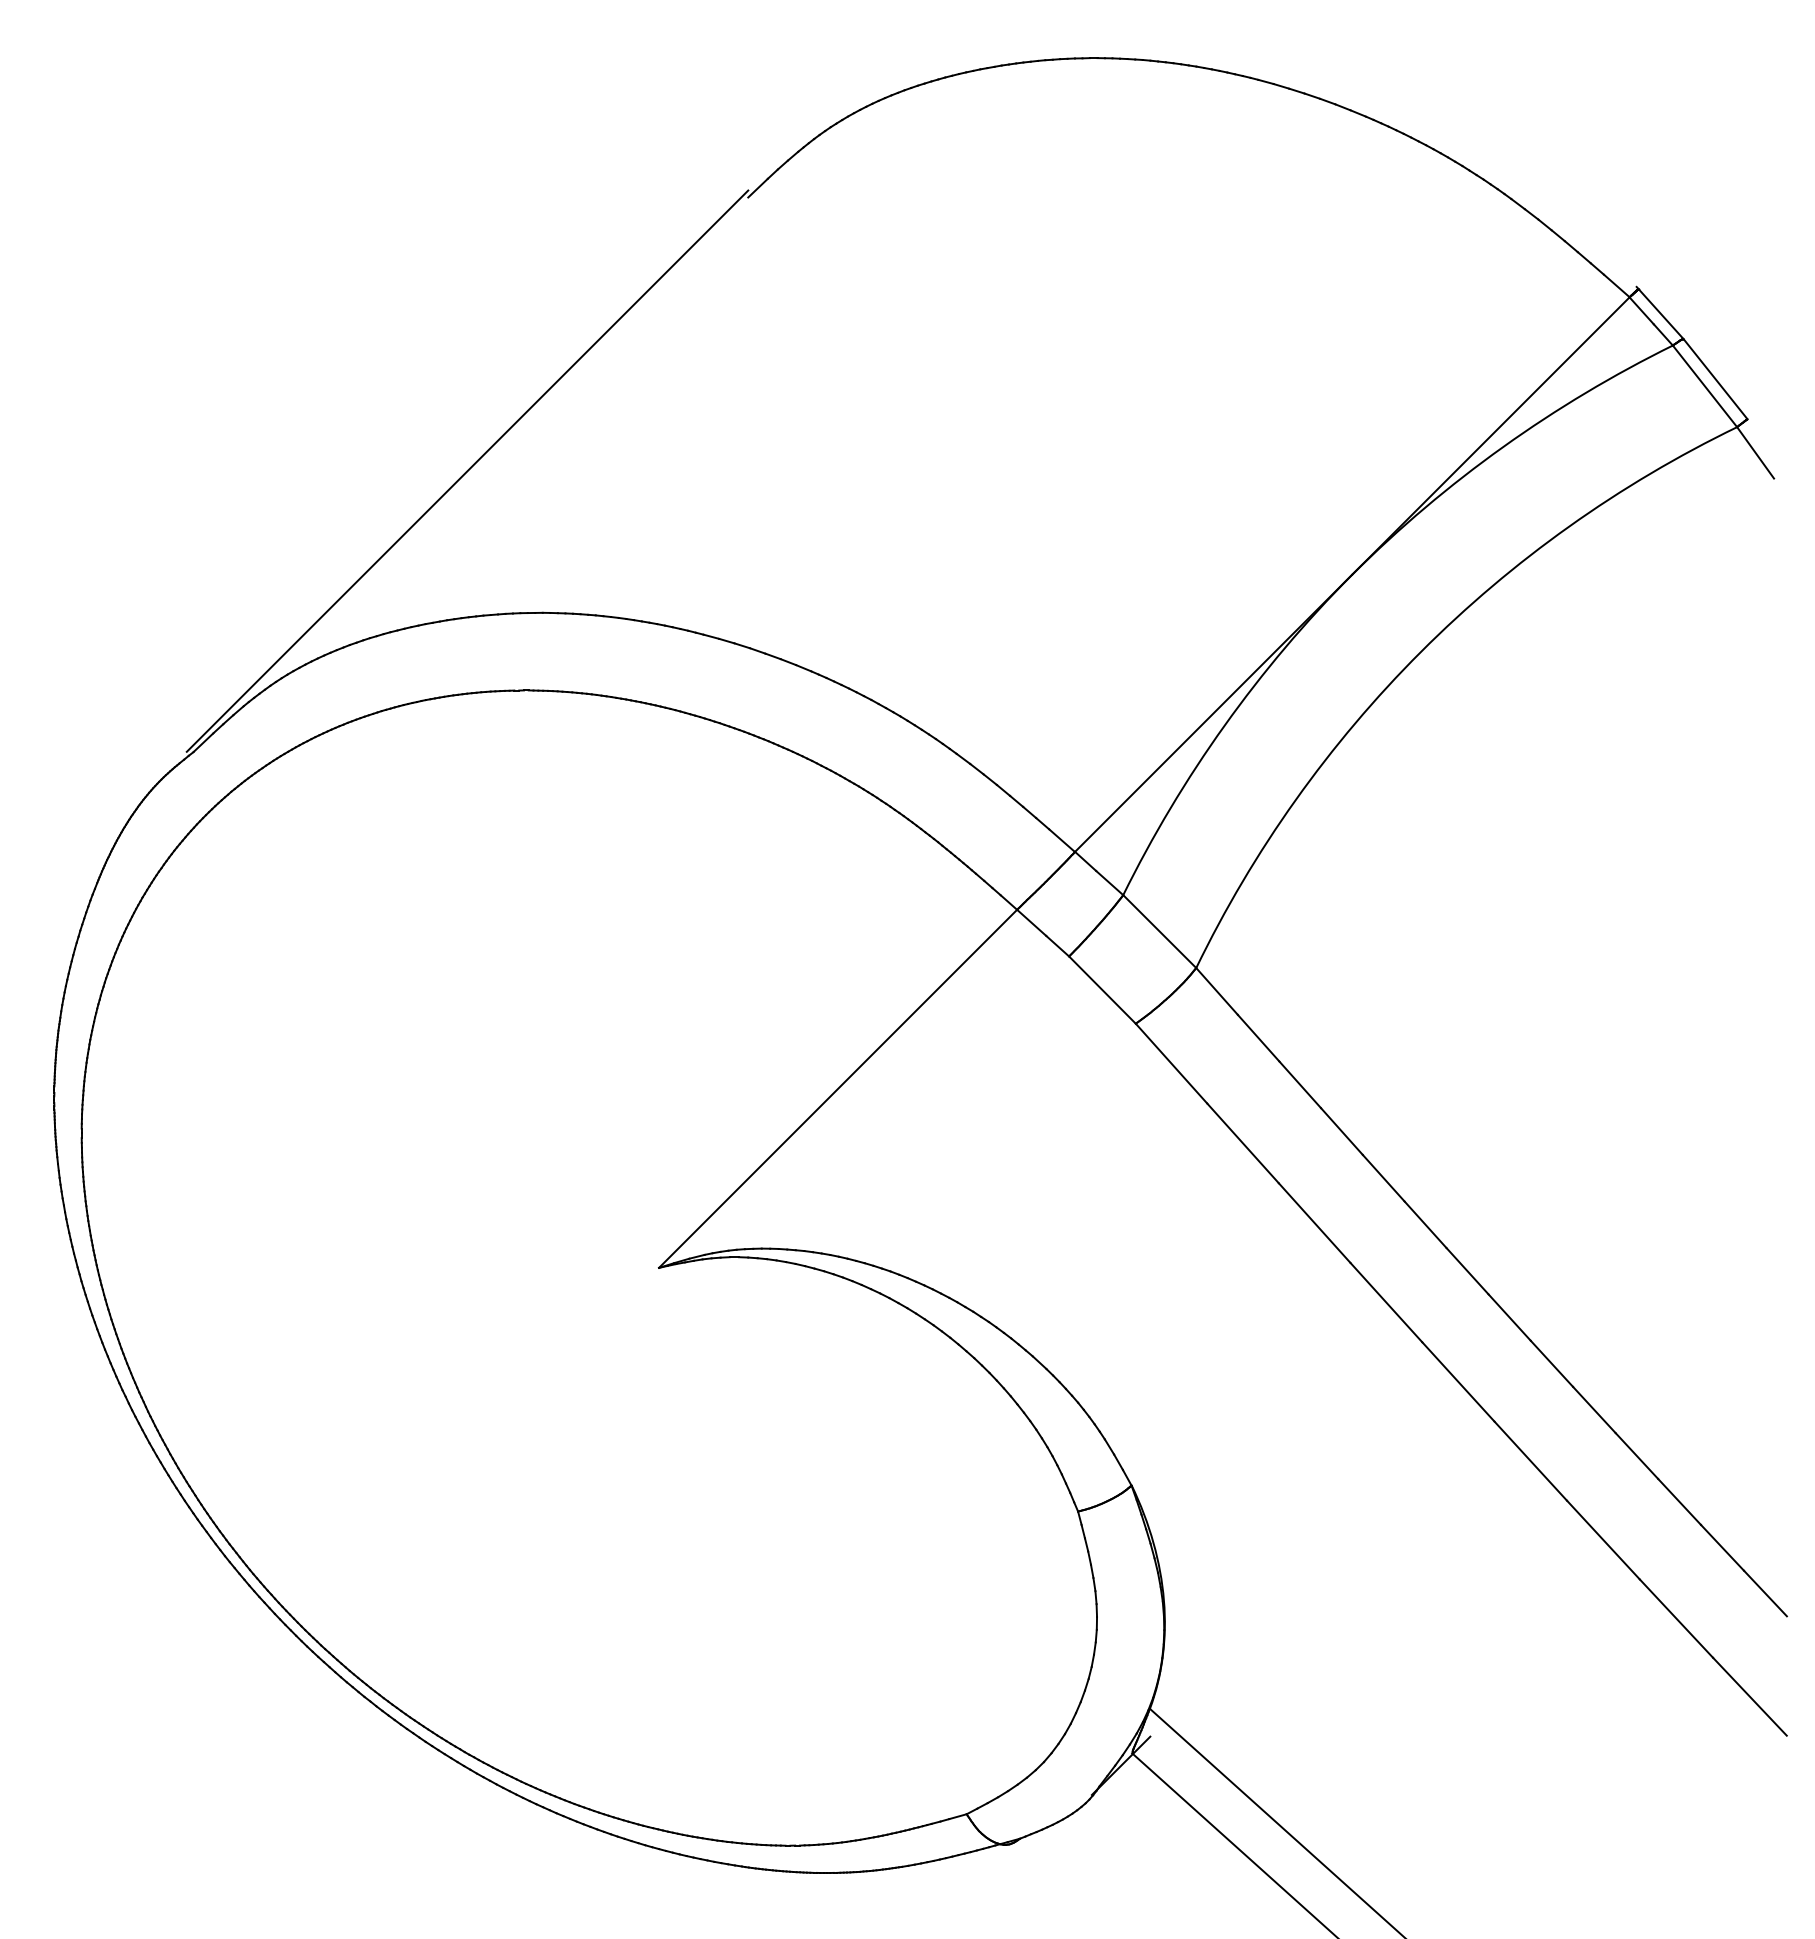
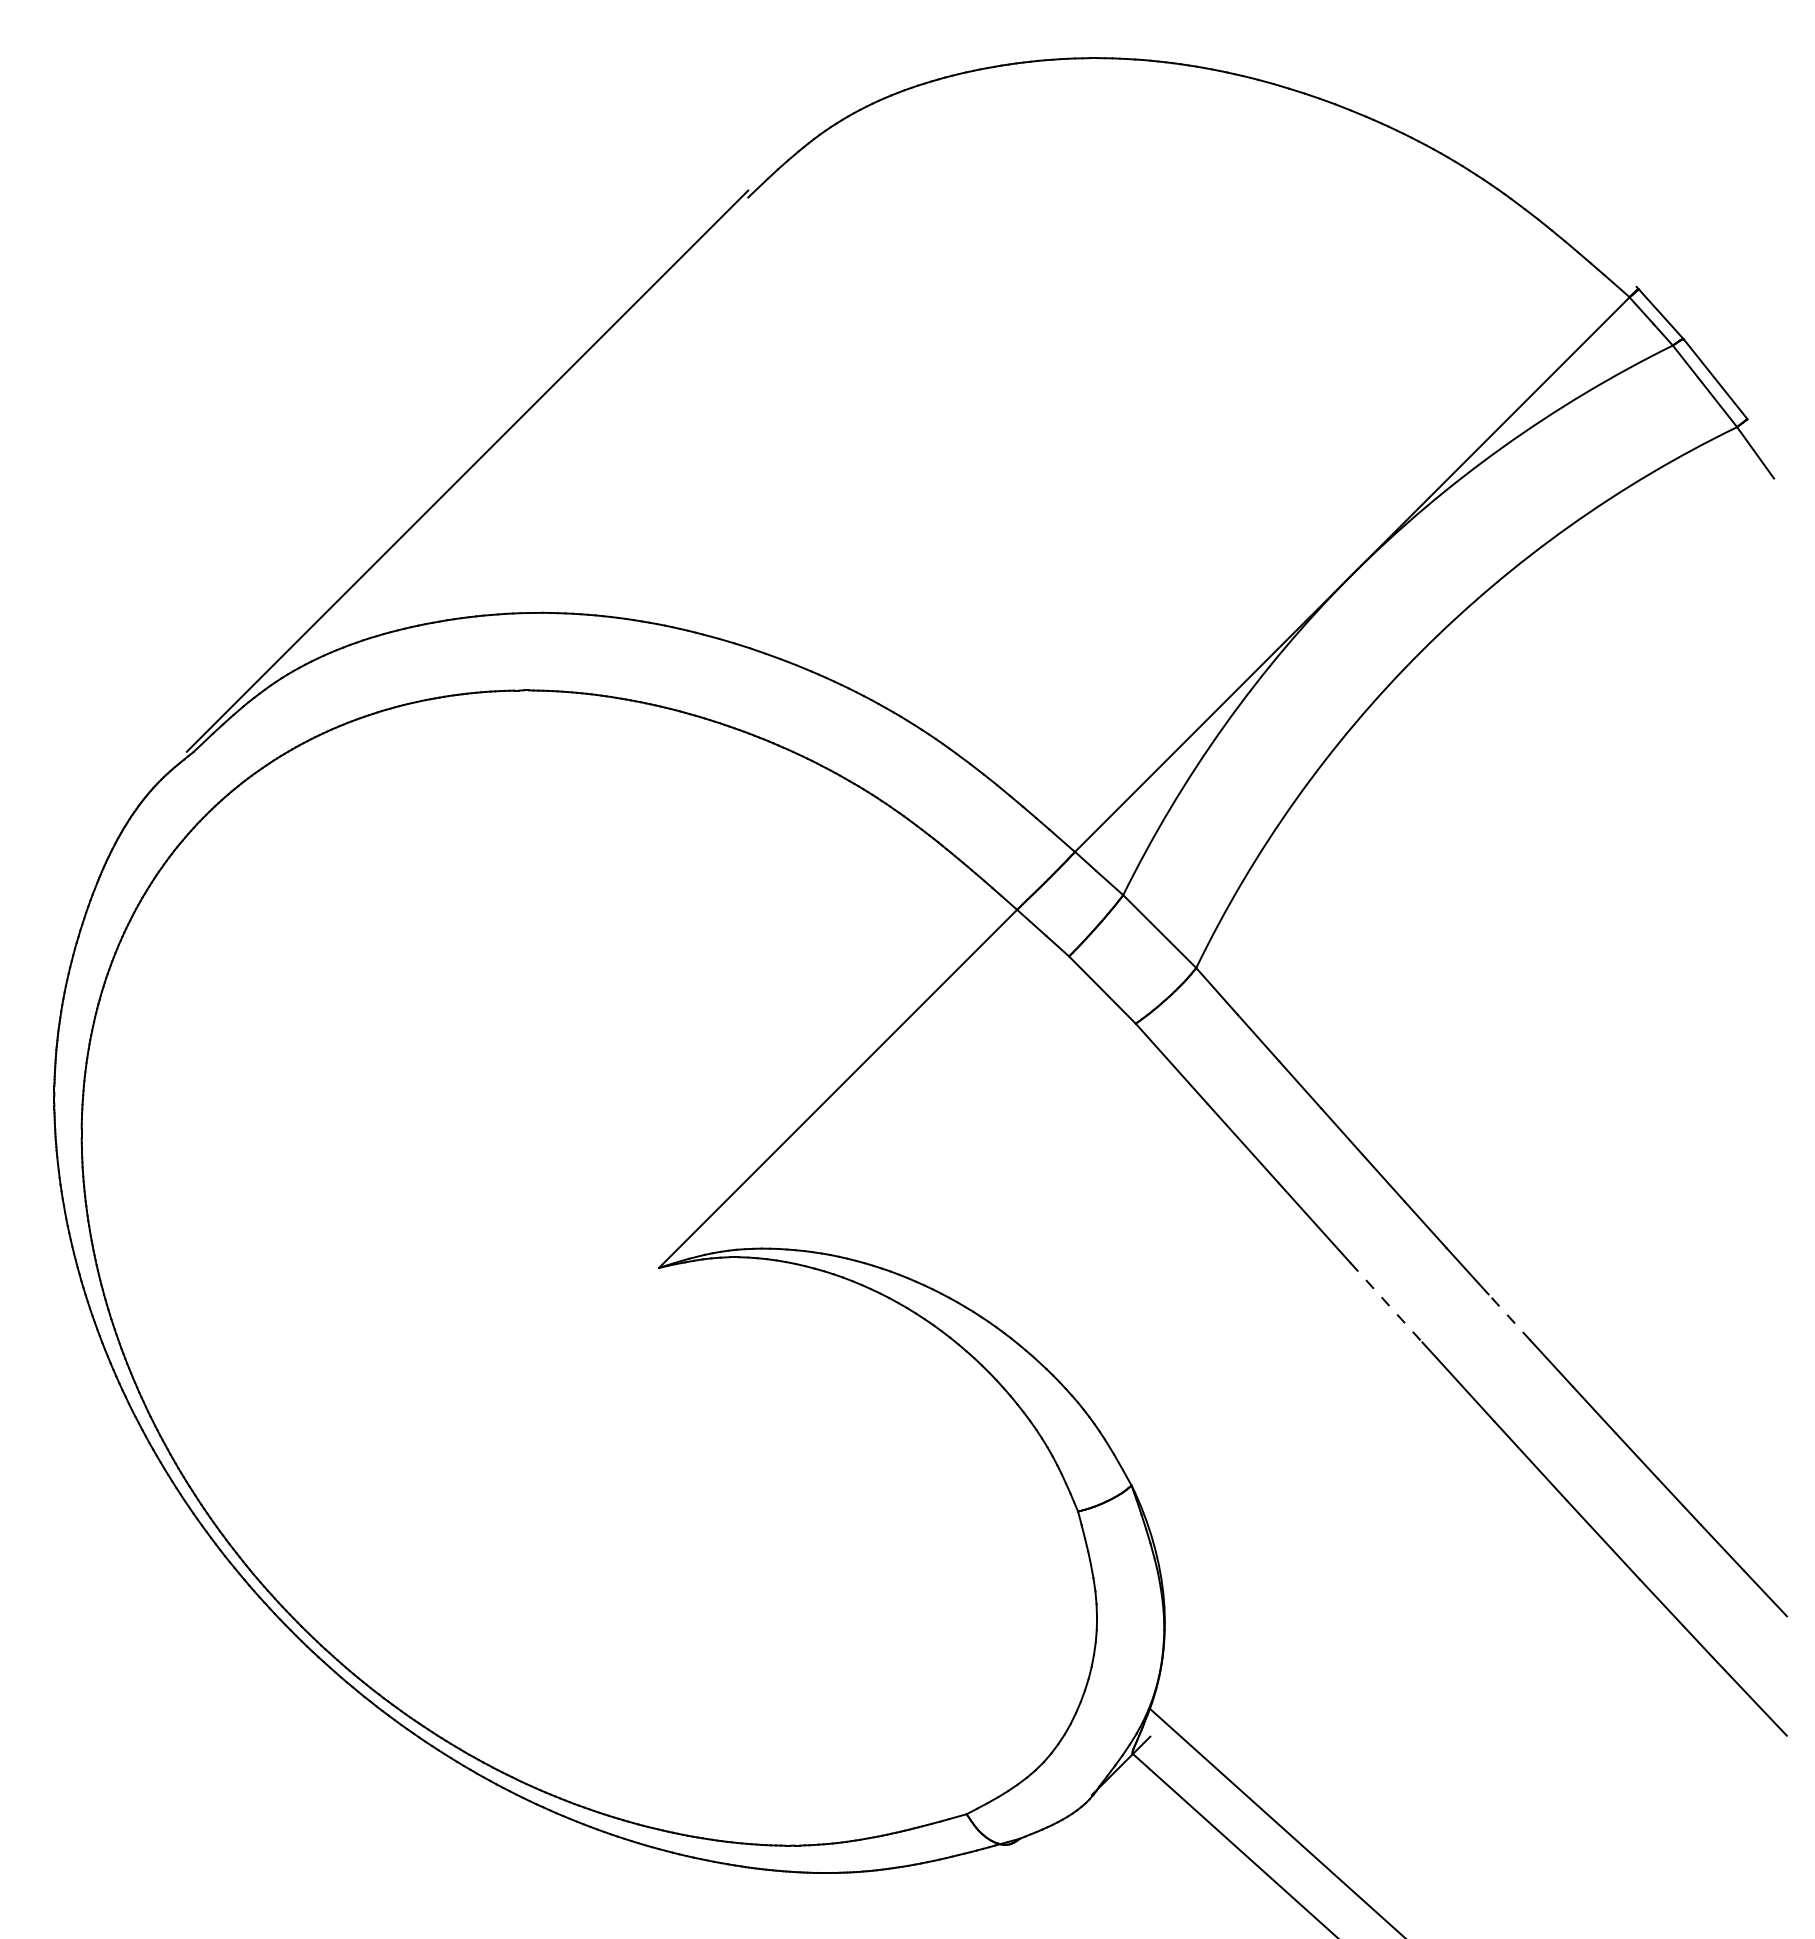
line at (1386, 1302): solid -> dashed
line at (1509, 1317): solid -> dashed
